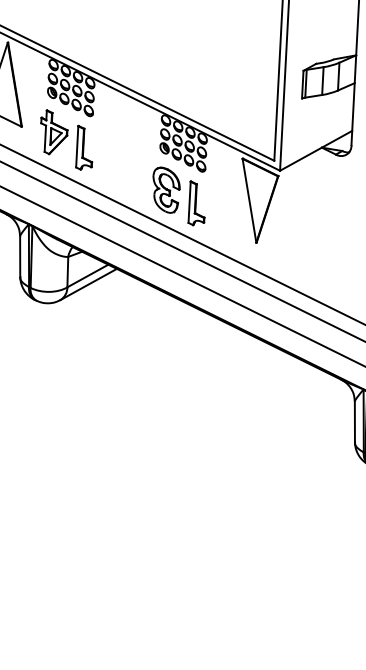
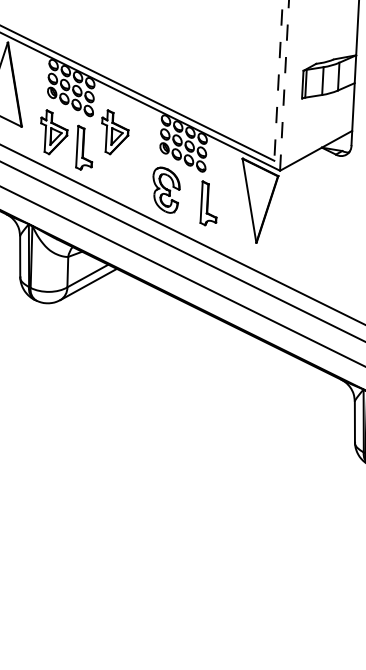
line at (278, 81): solid -> dashed
line at (284, 84): solid -> dashed
part at (115, 132): none -> present
part at (196, 203) position: (196, 203) -> (208, 203)
